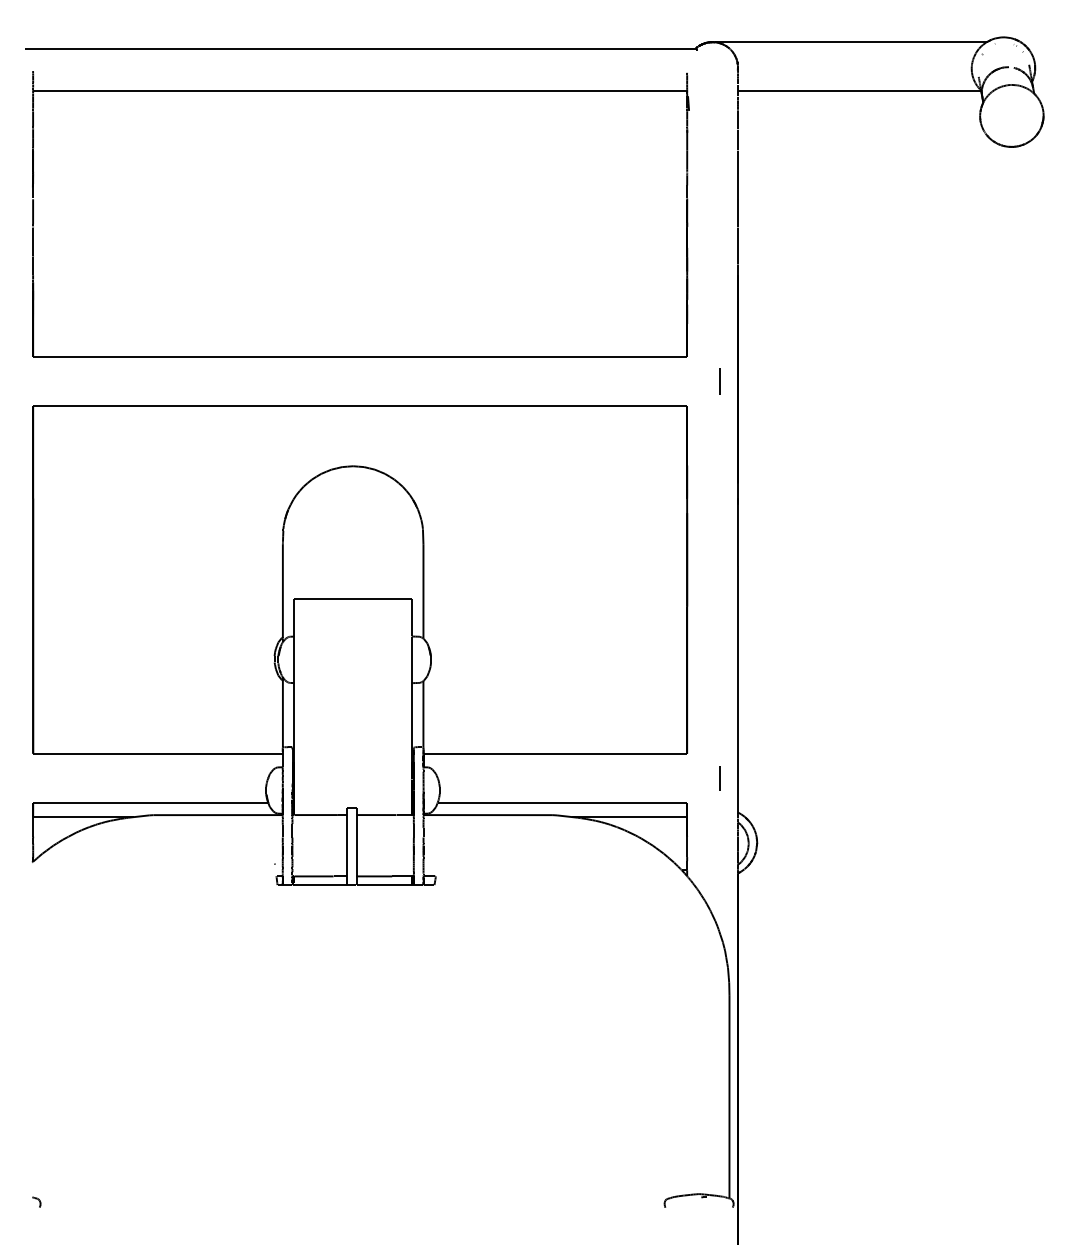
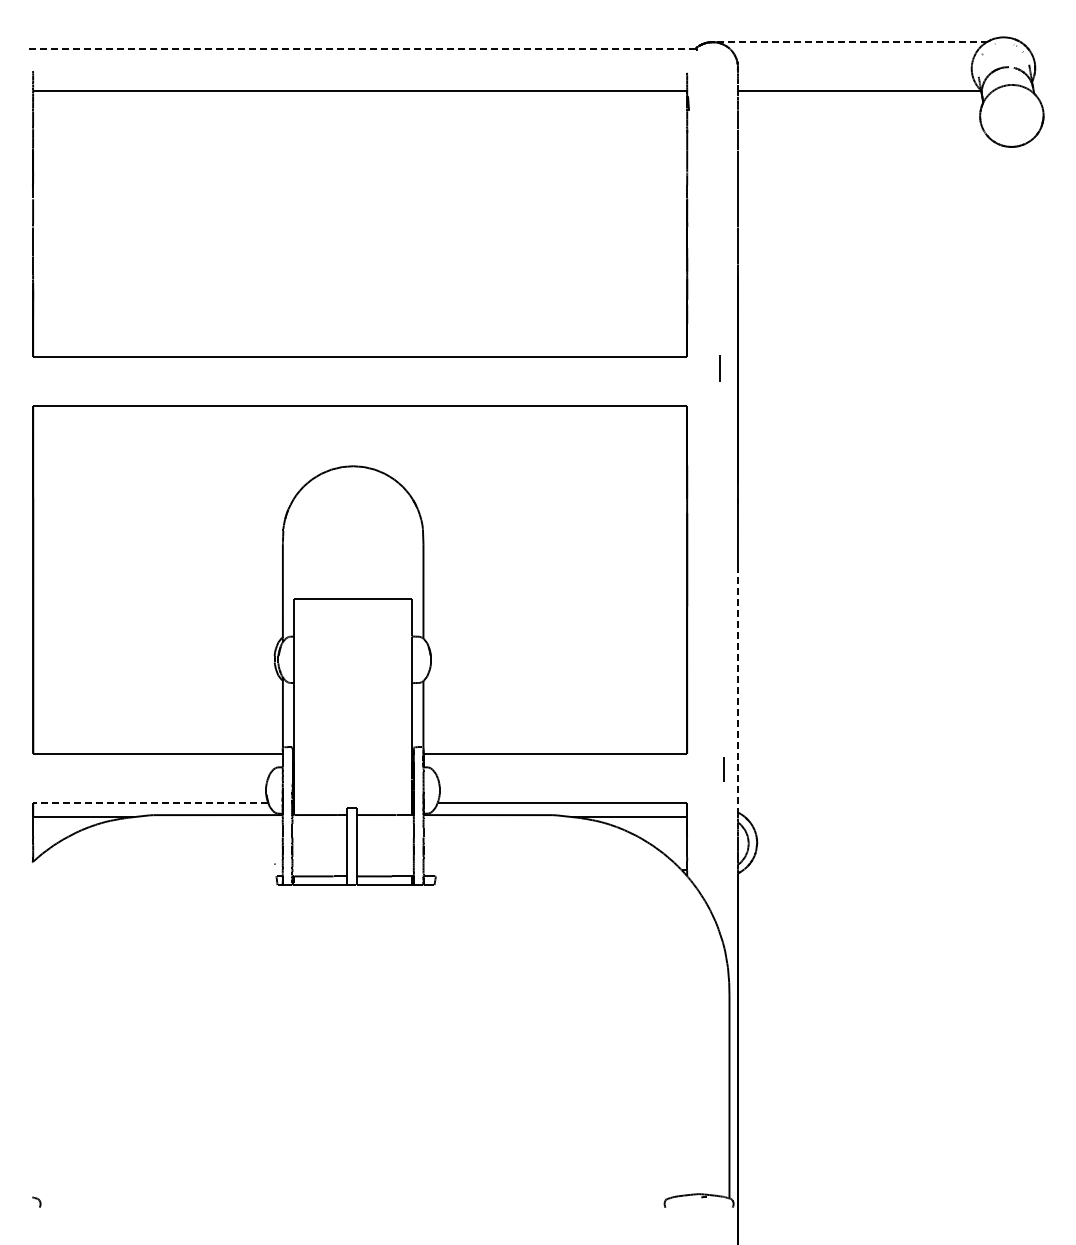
line at (851, 41): solid -> dashed
line at (359, 48): solid -> dashed
line at (719, 381) position: (719, 381) -> (719, 368)
line at (737, 689): solid -> dashed
line at (719, 778) position: (719, 778) -> (723, 769)
line at (150, 803): solid -> dashed
